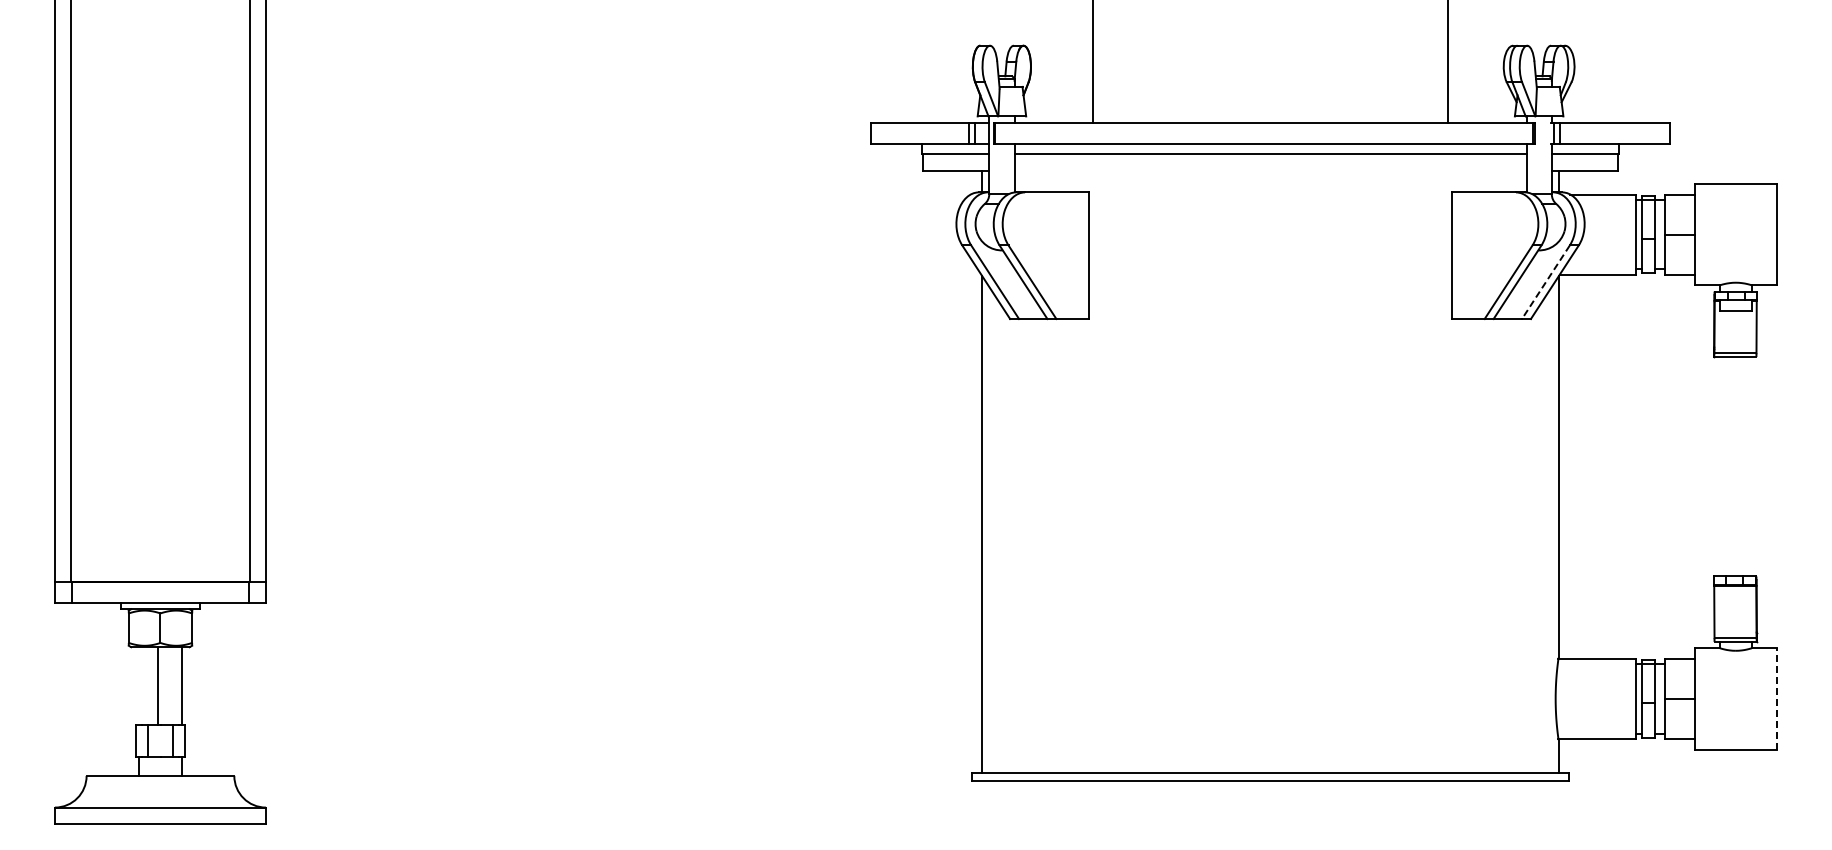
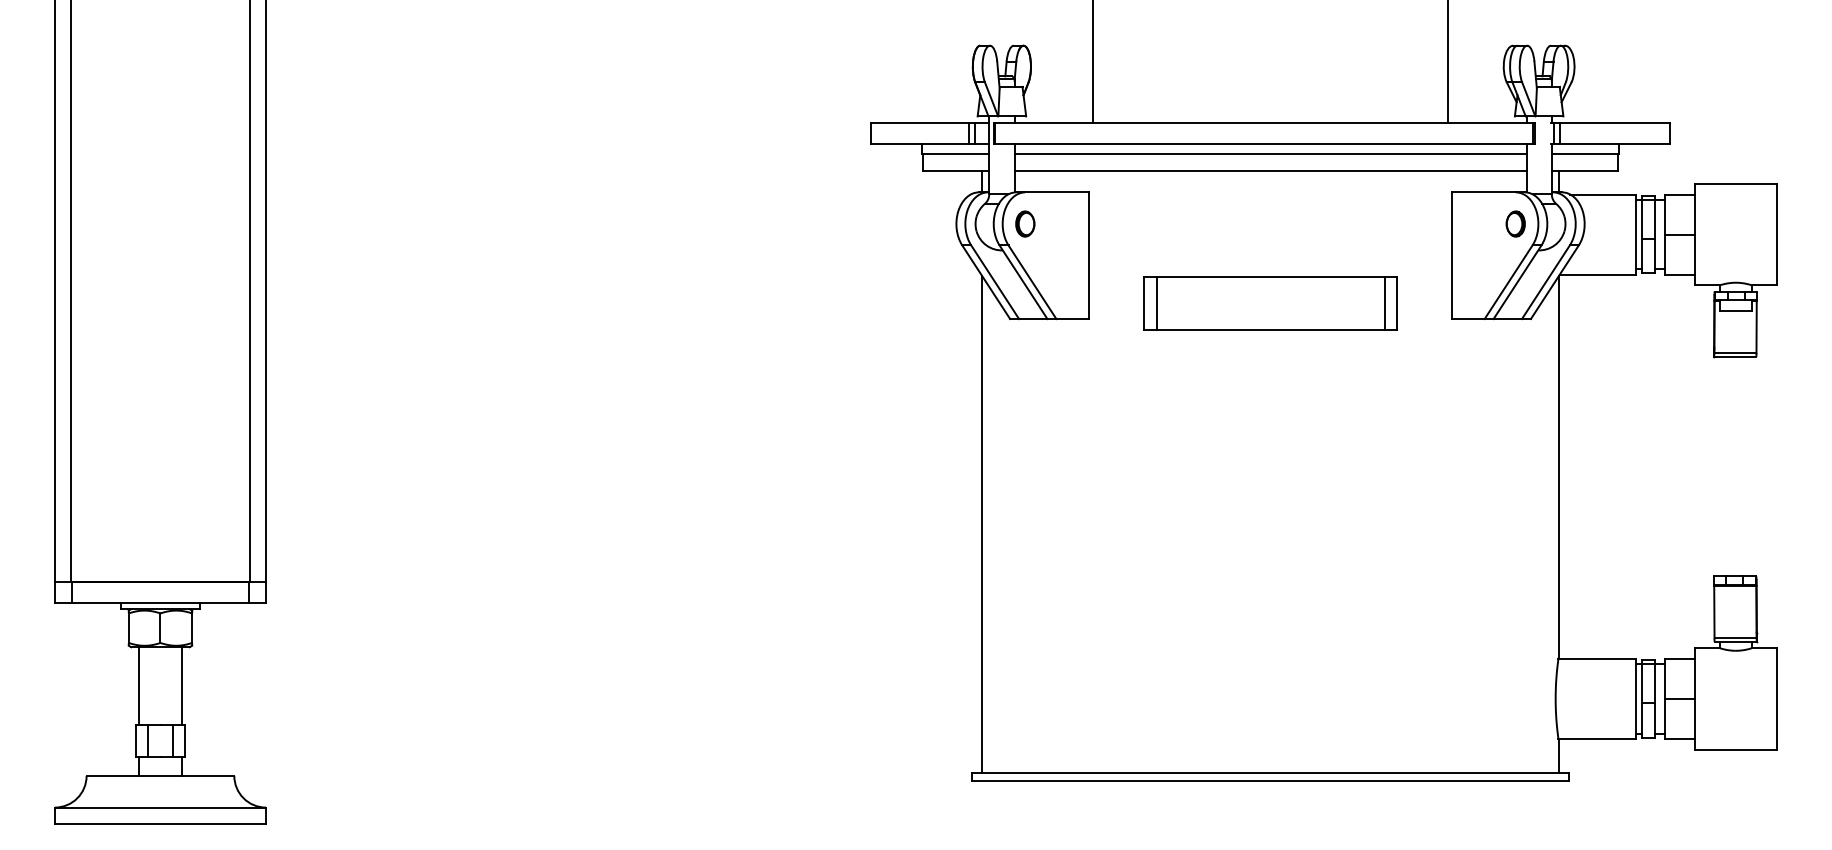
line at (1270, 171): none -> present
part at (1025, 223): none -> present
part at (1515, 223): none -> present
line at (1545, 282): dashed -> solid
part at (1270, 303): none -> present
line at (158, 686) position: (158, 686) -> (139, 686)
line at (1777, 698): dashed -> solid
